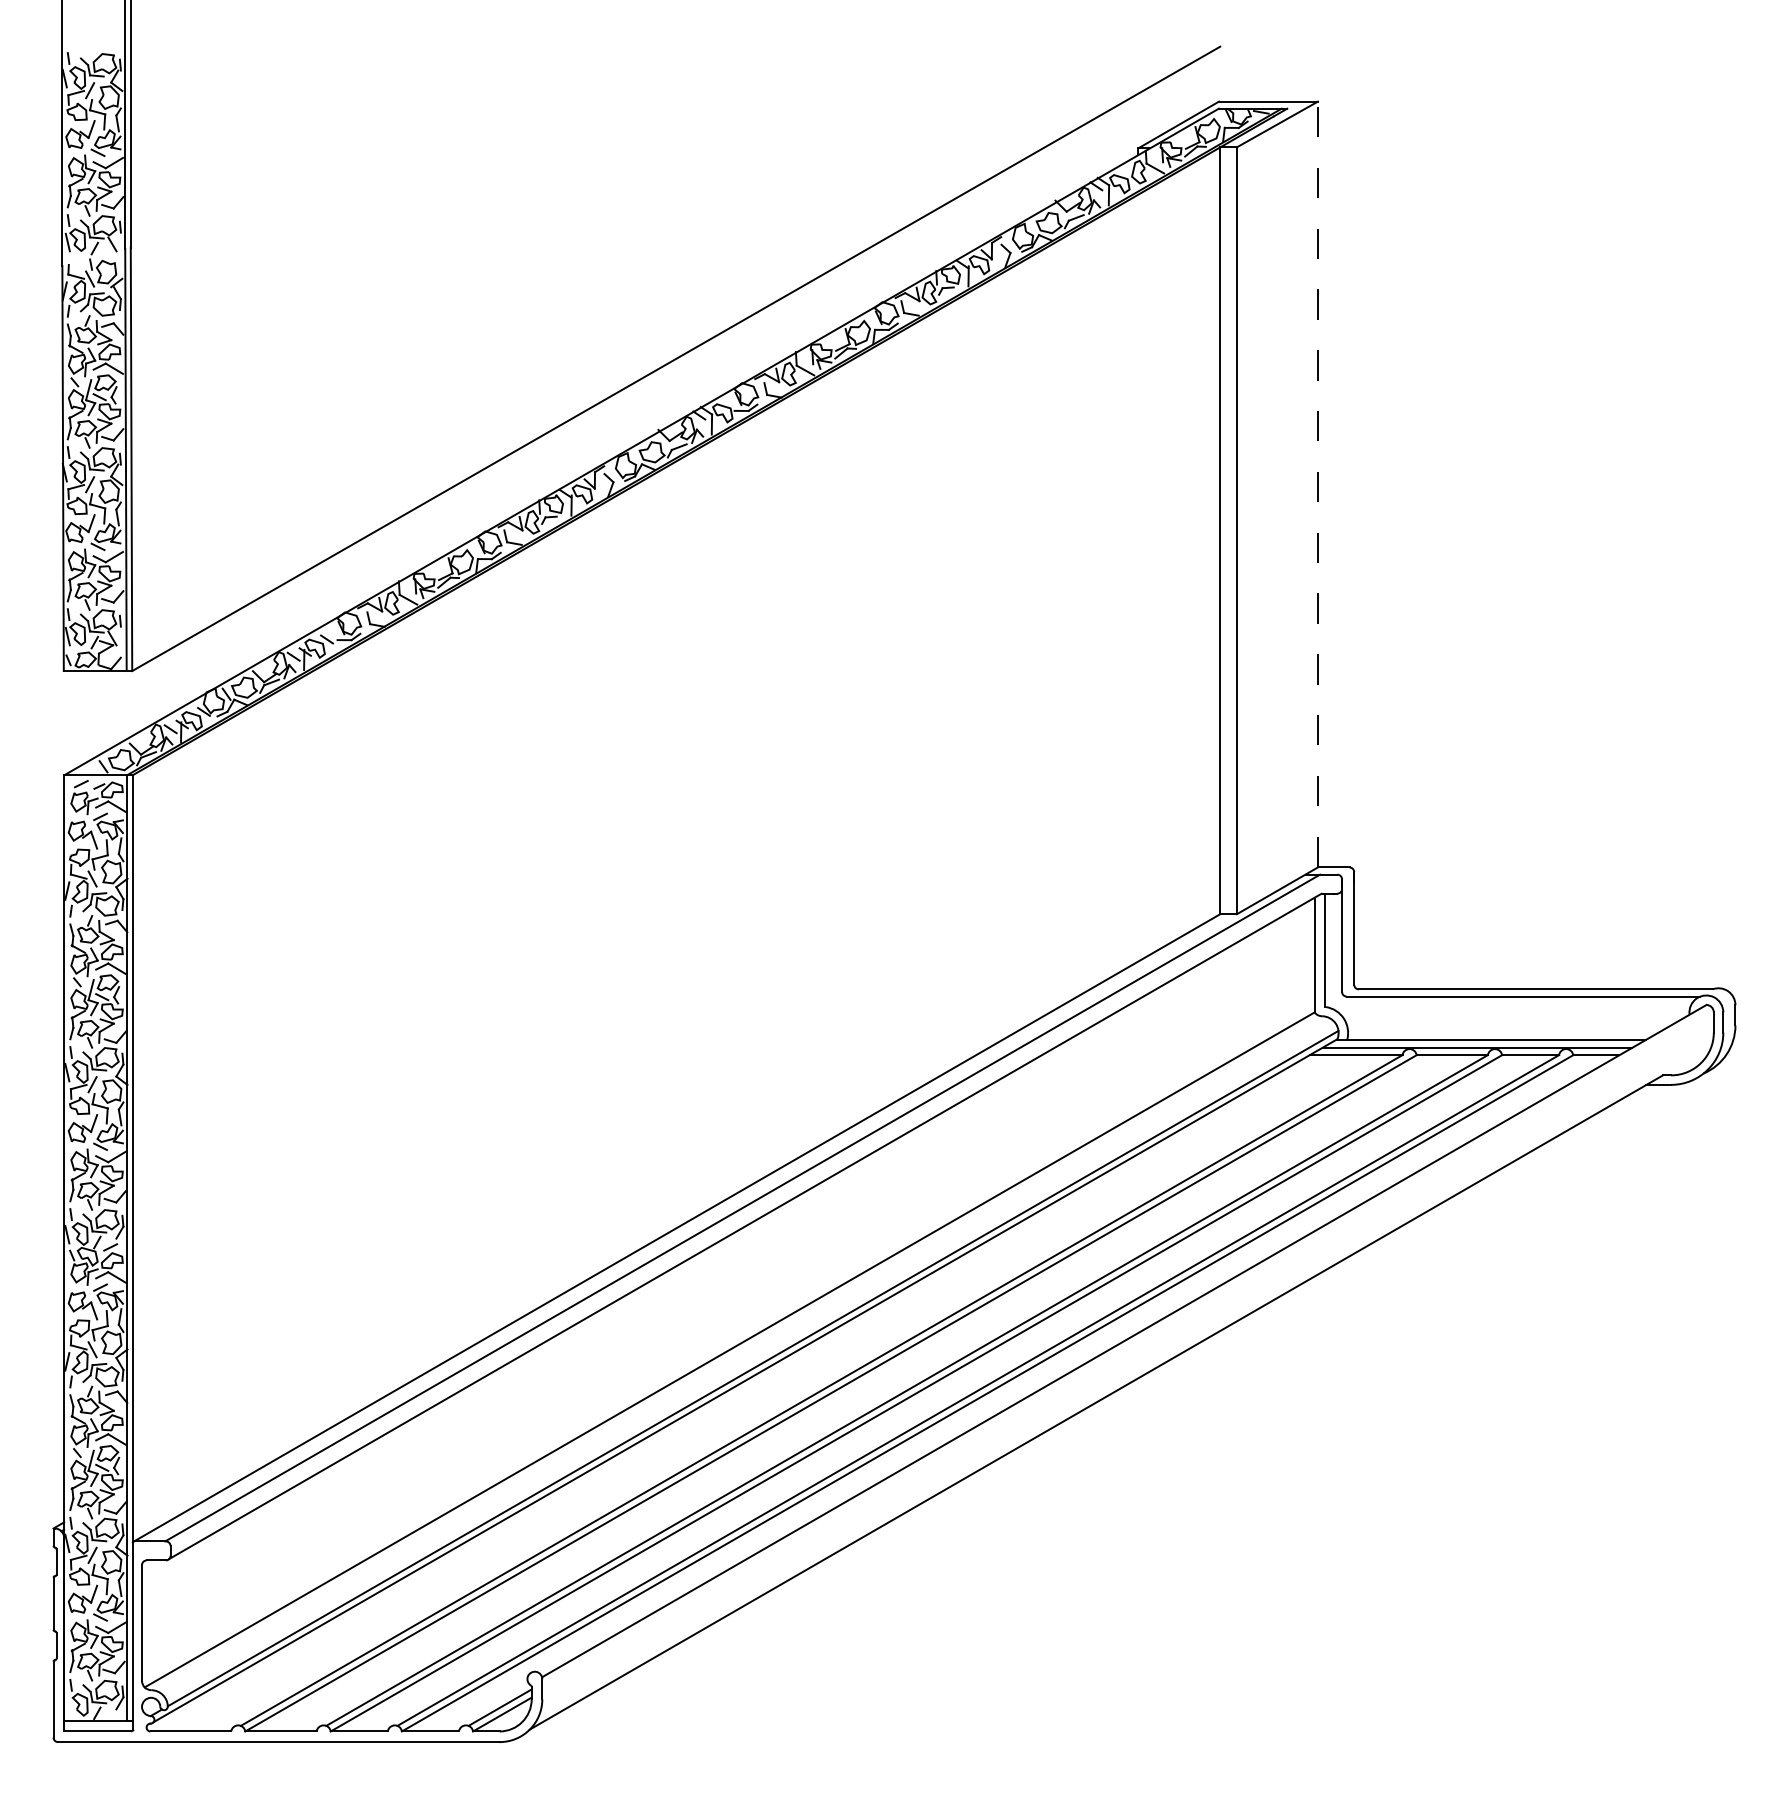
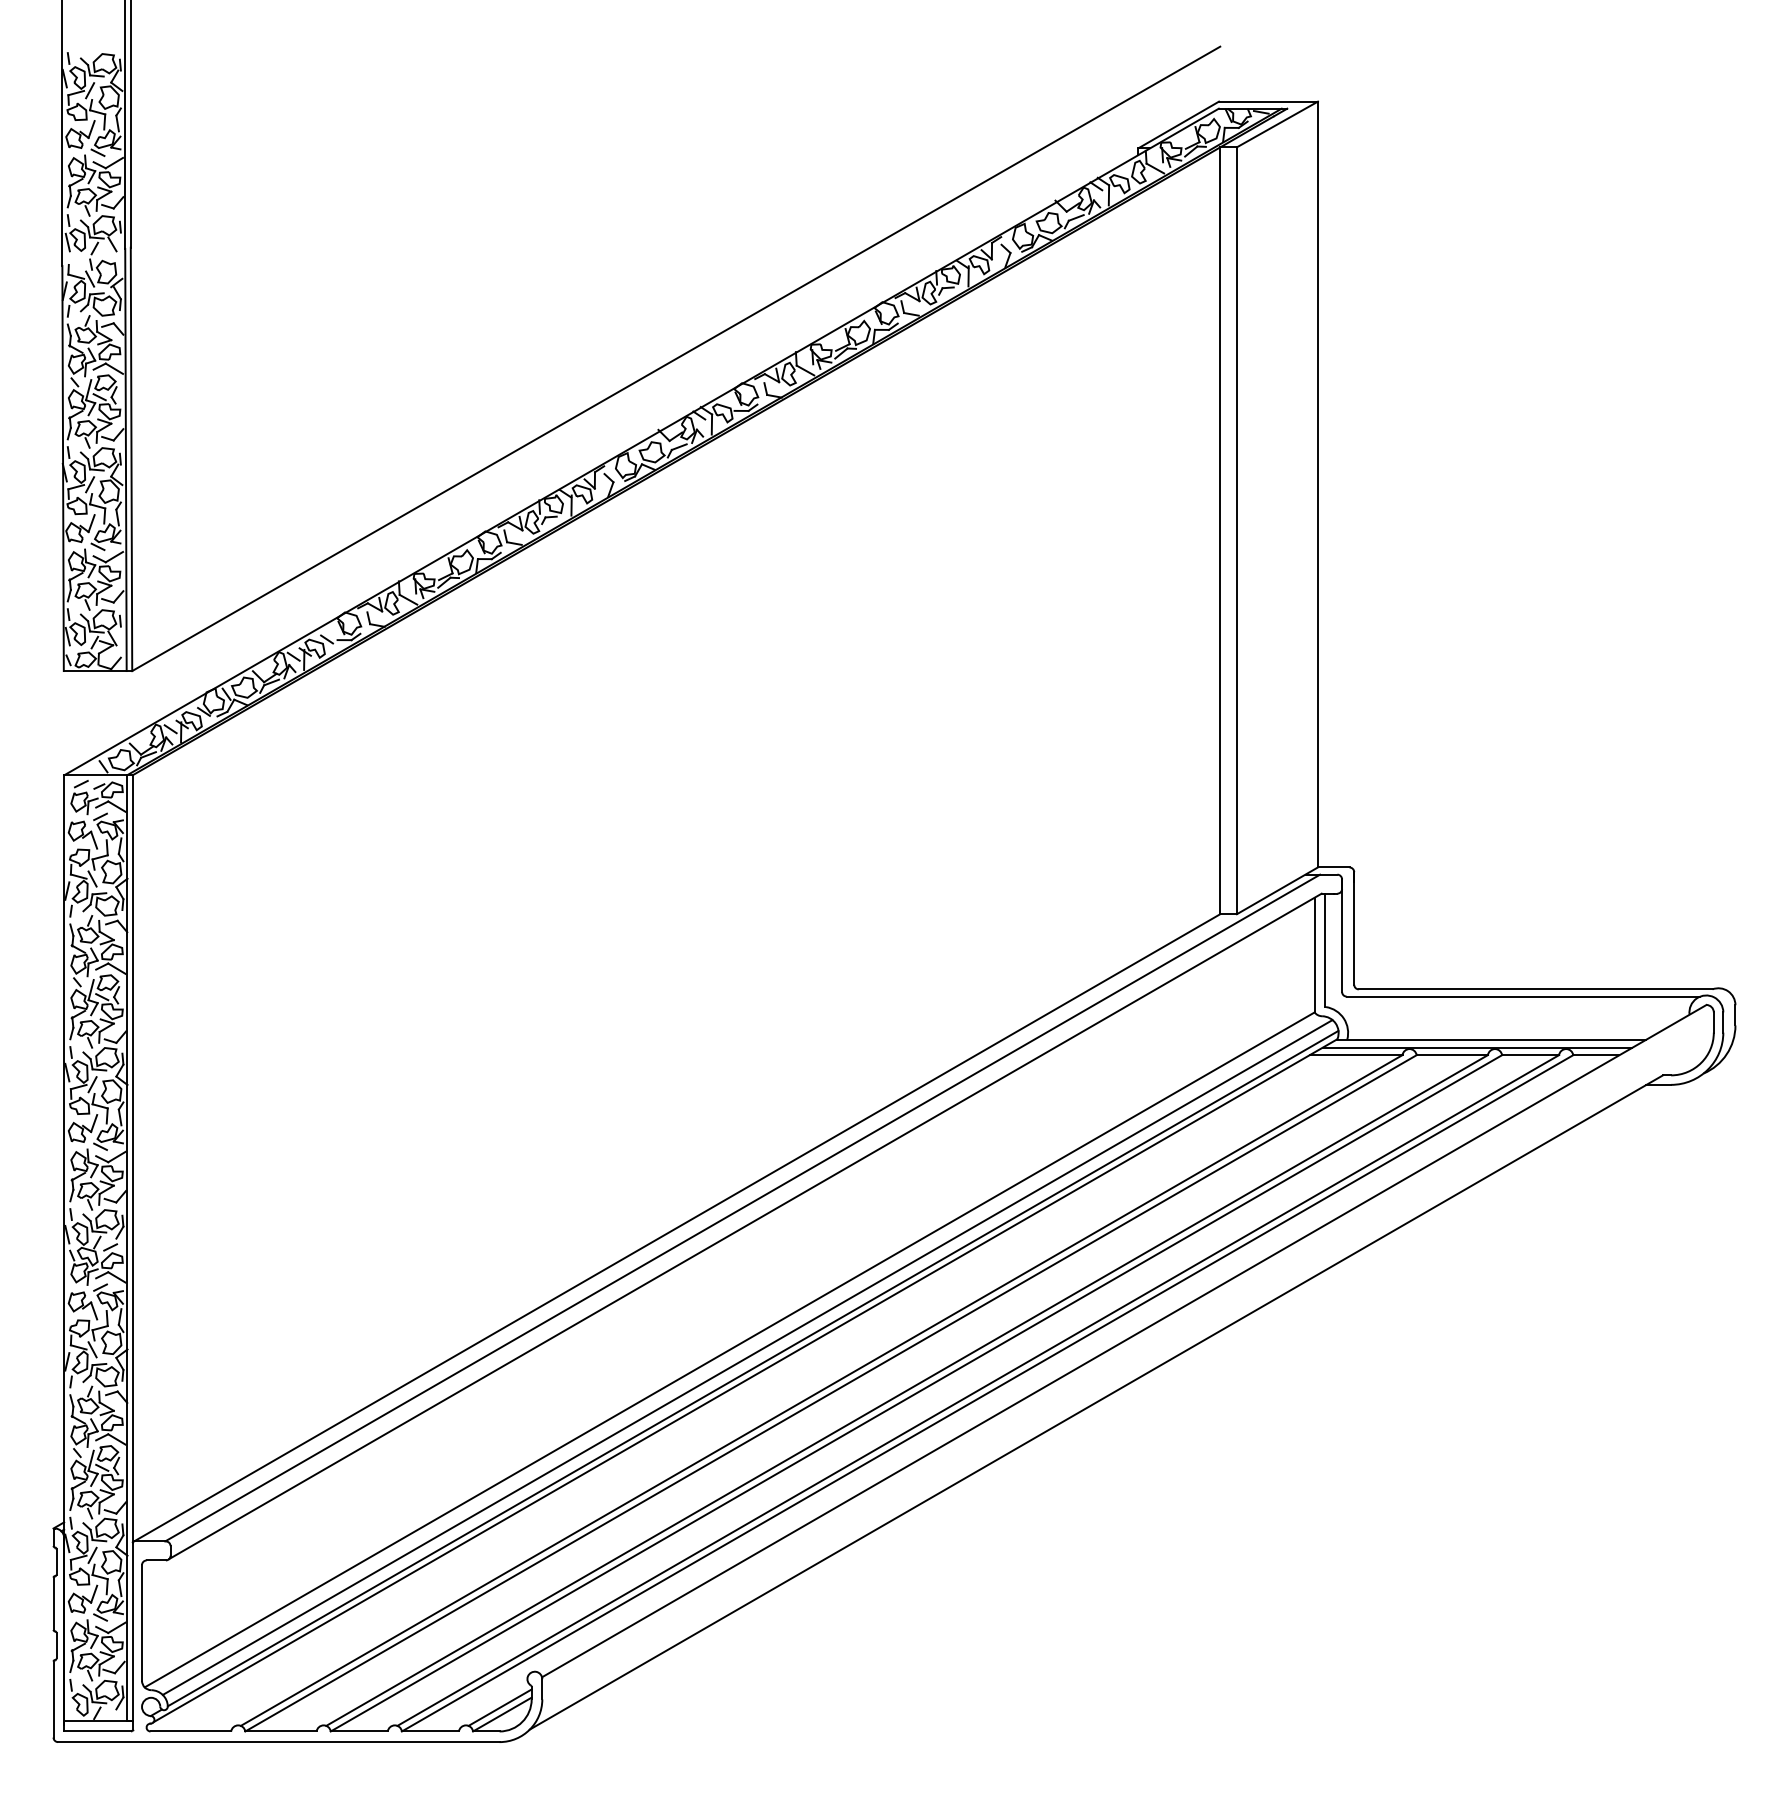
line at (1317, 484): dashed -> solid
line at (747, 1357): none -> present
